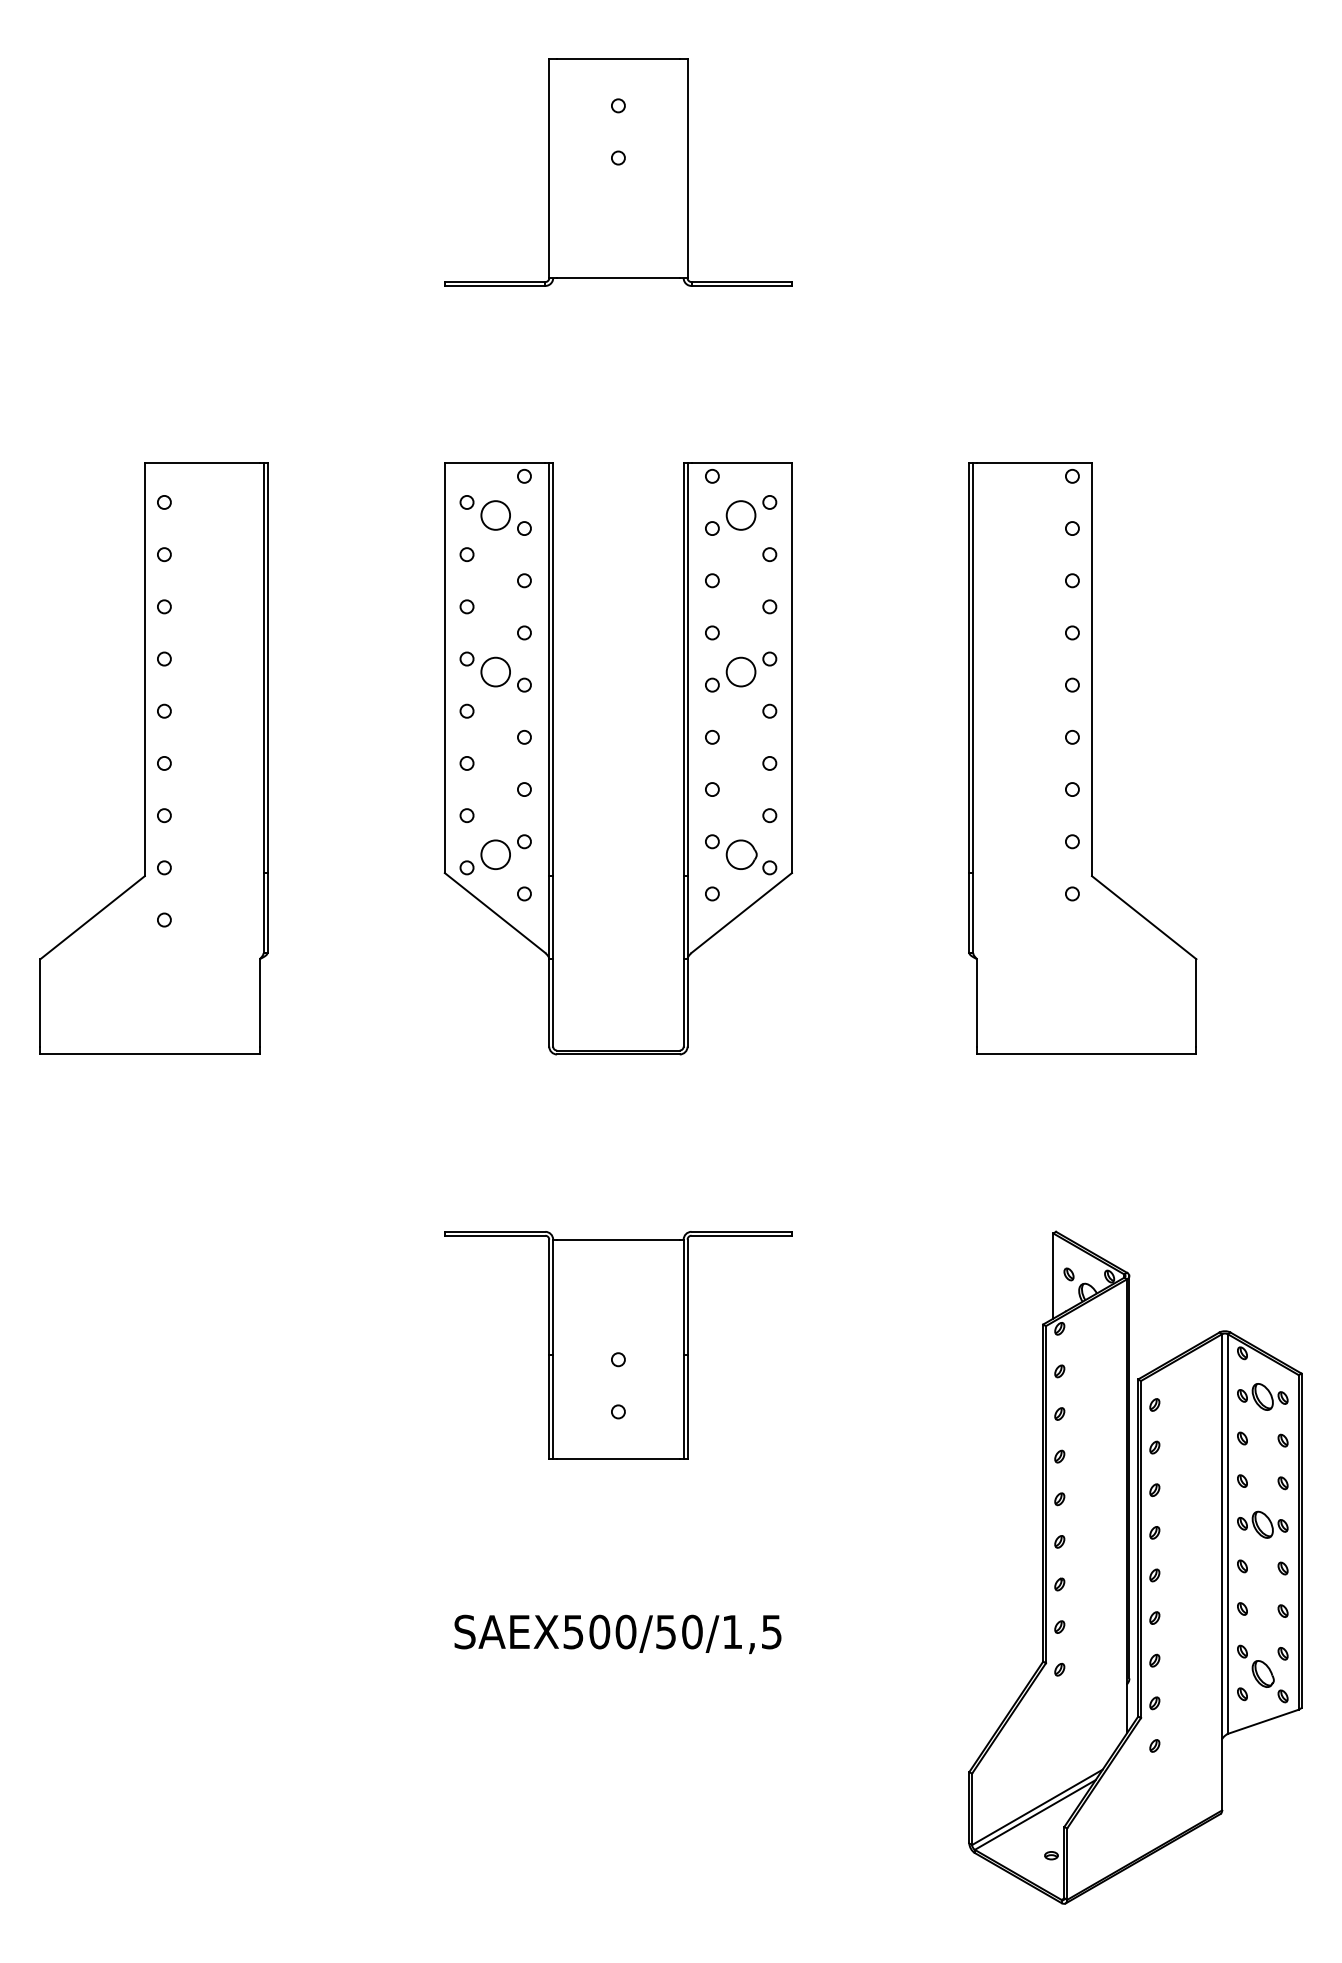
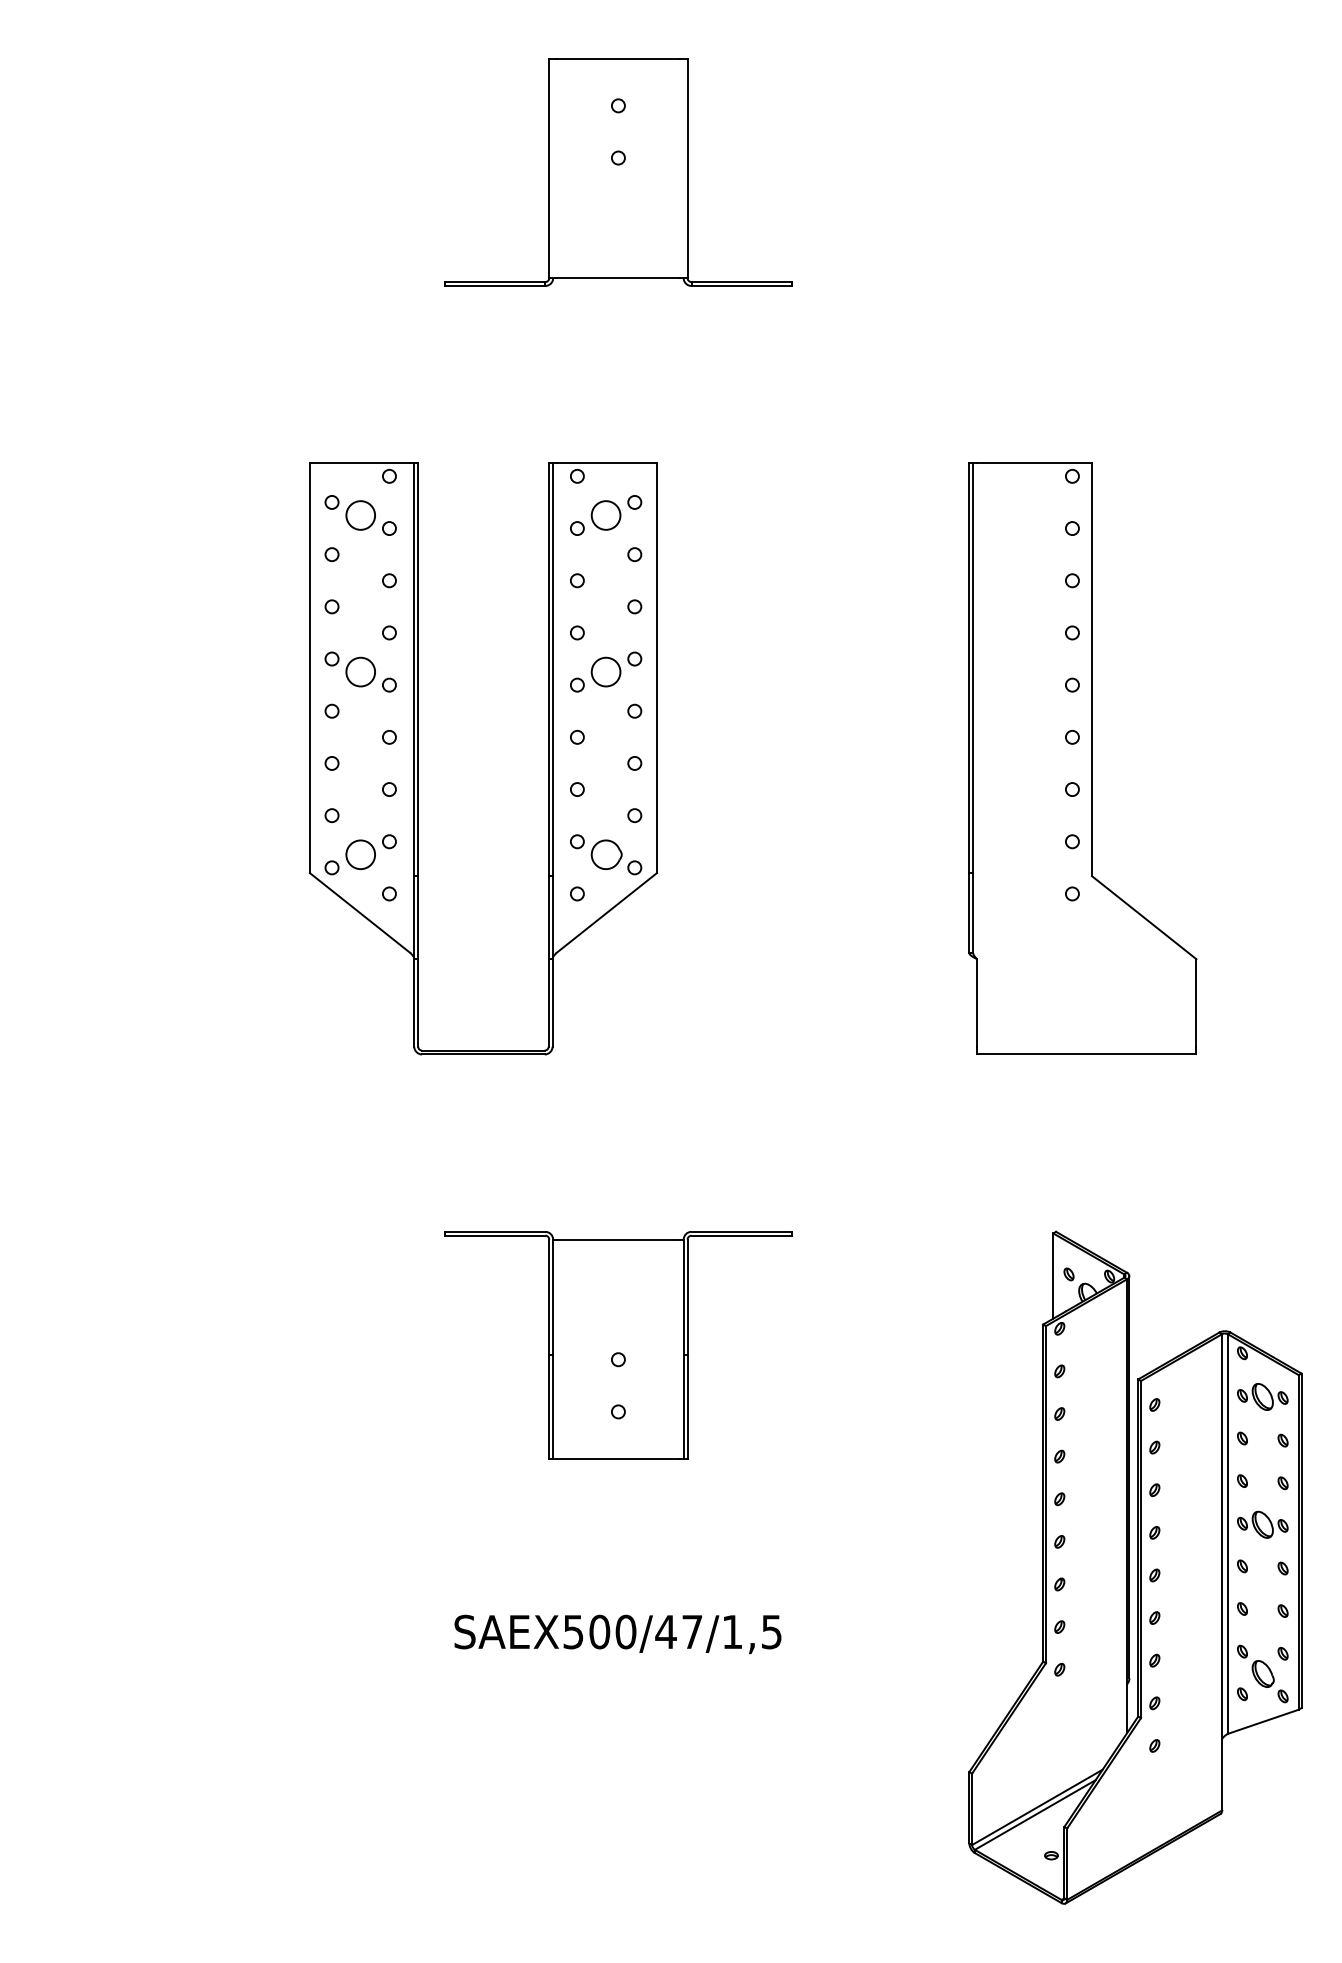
part at (153, 758): present -> none
part at (553, 758) position: (553, 758) -> (418, 758)
text at (678, 1631): SAEX500/50/1,5 -> SAEX500/47/1,5
